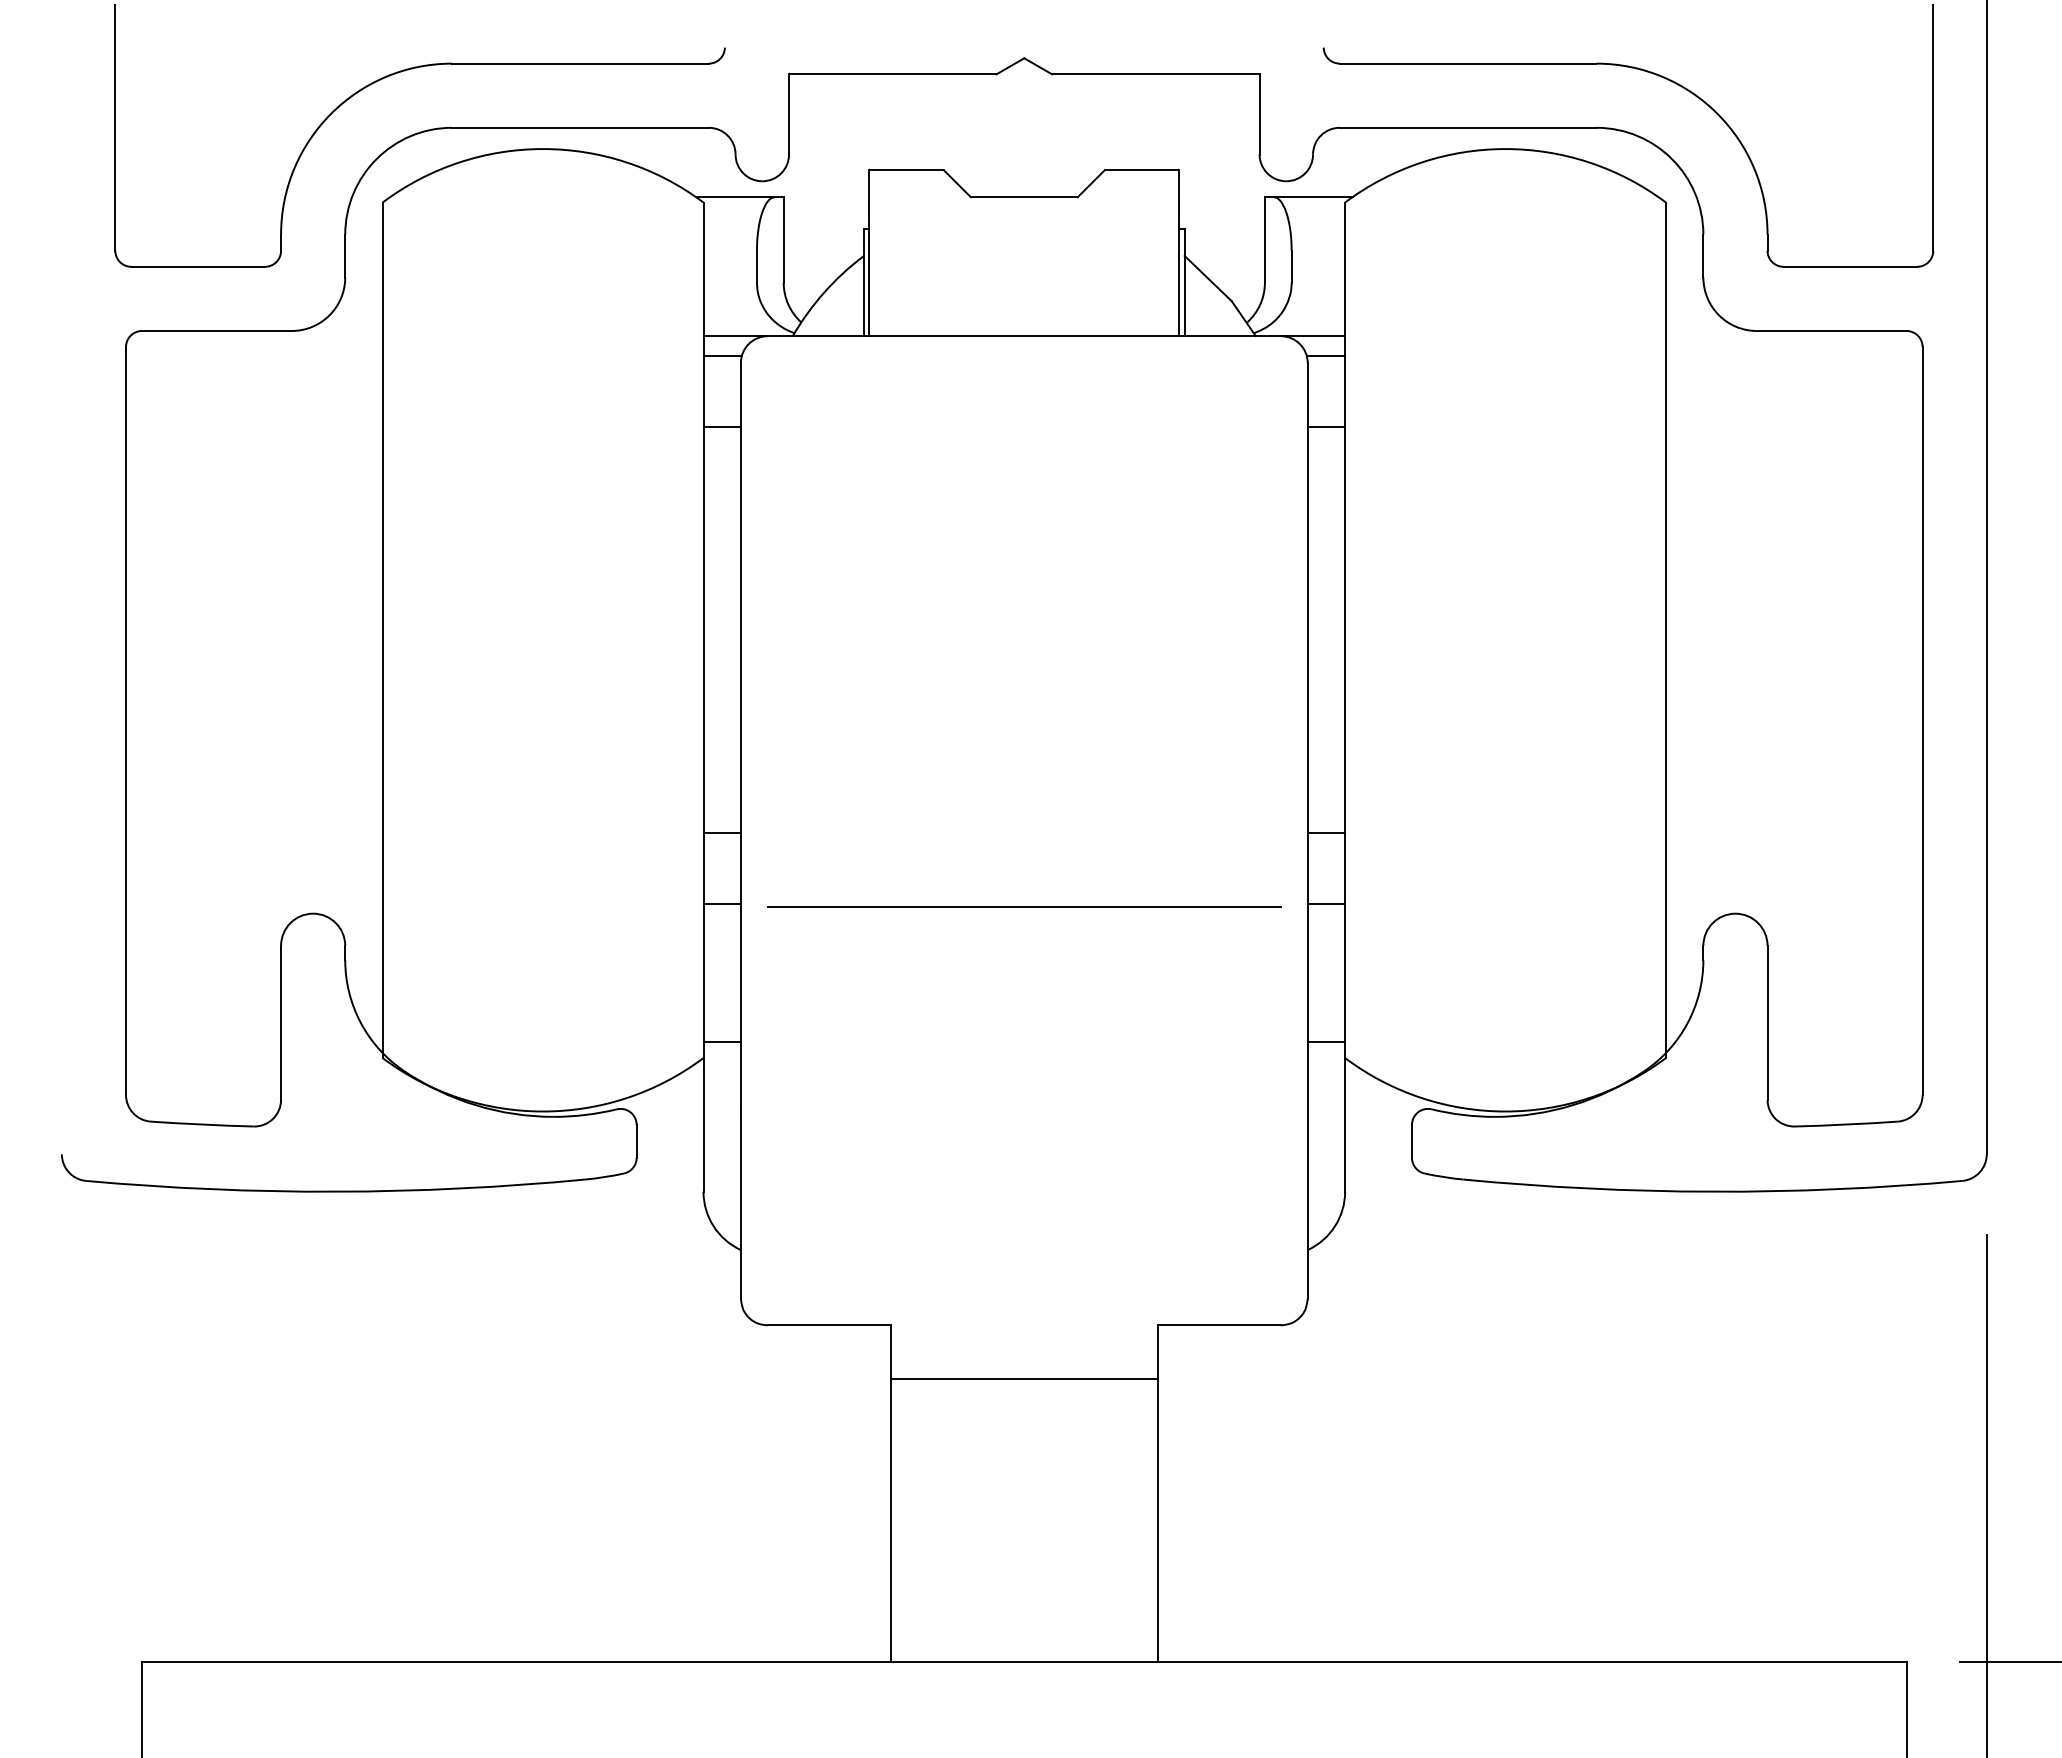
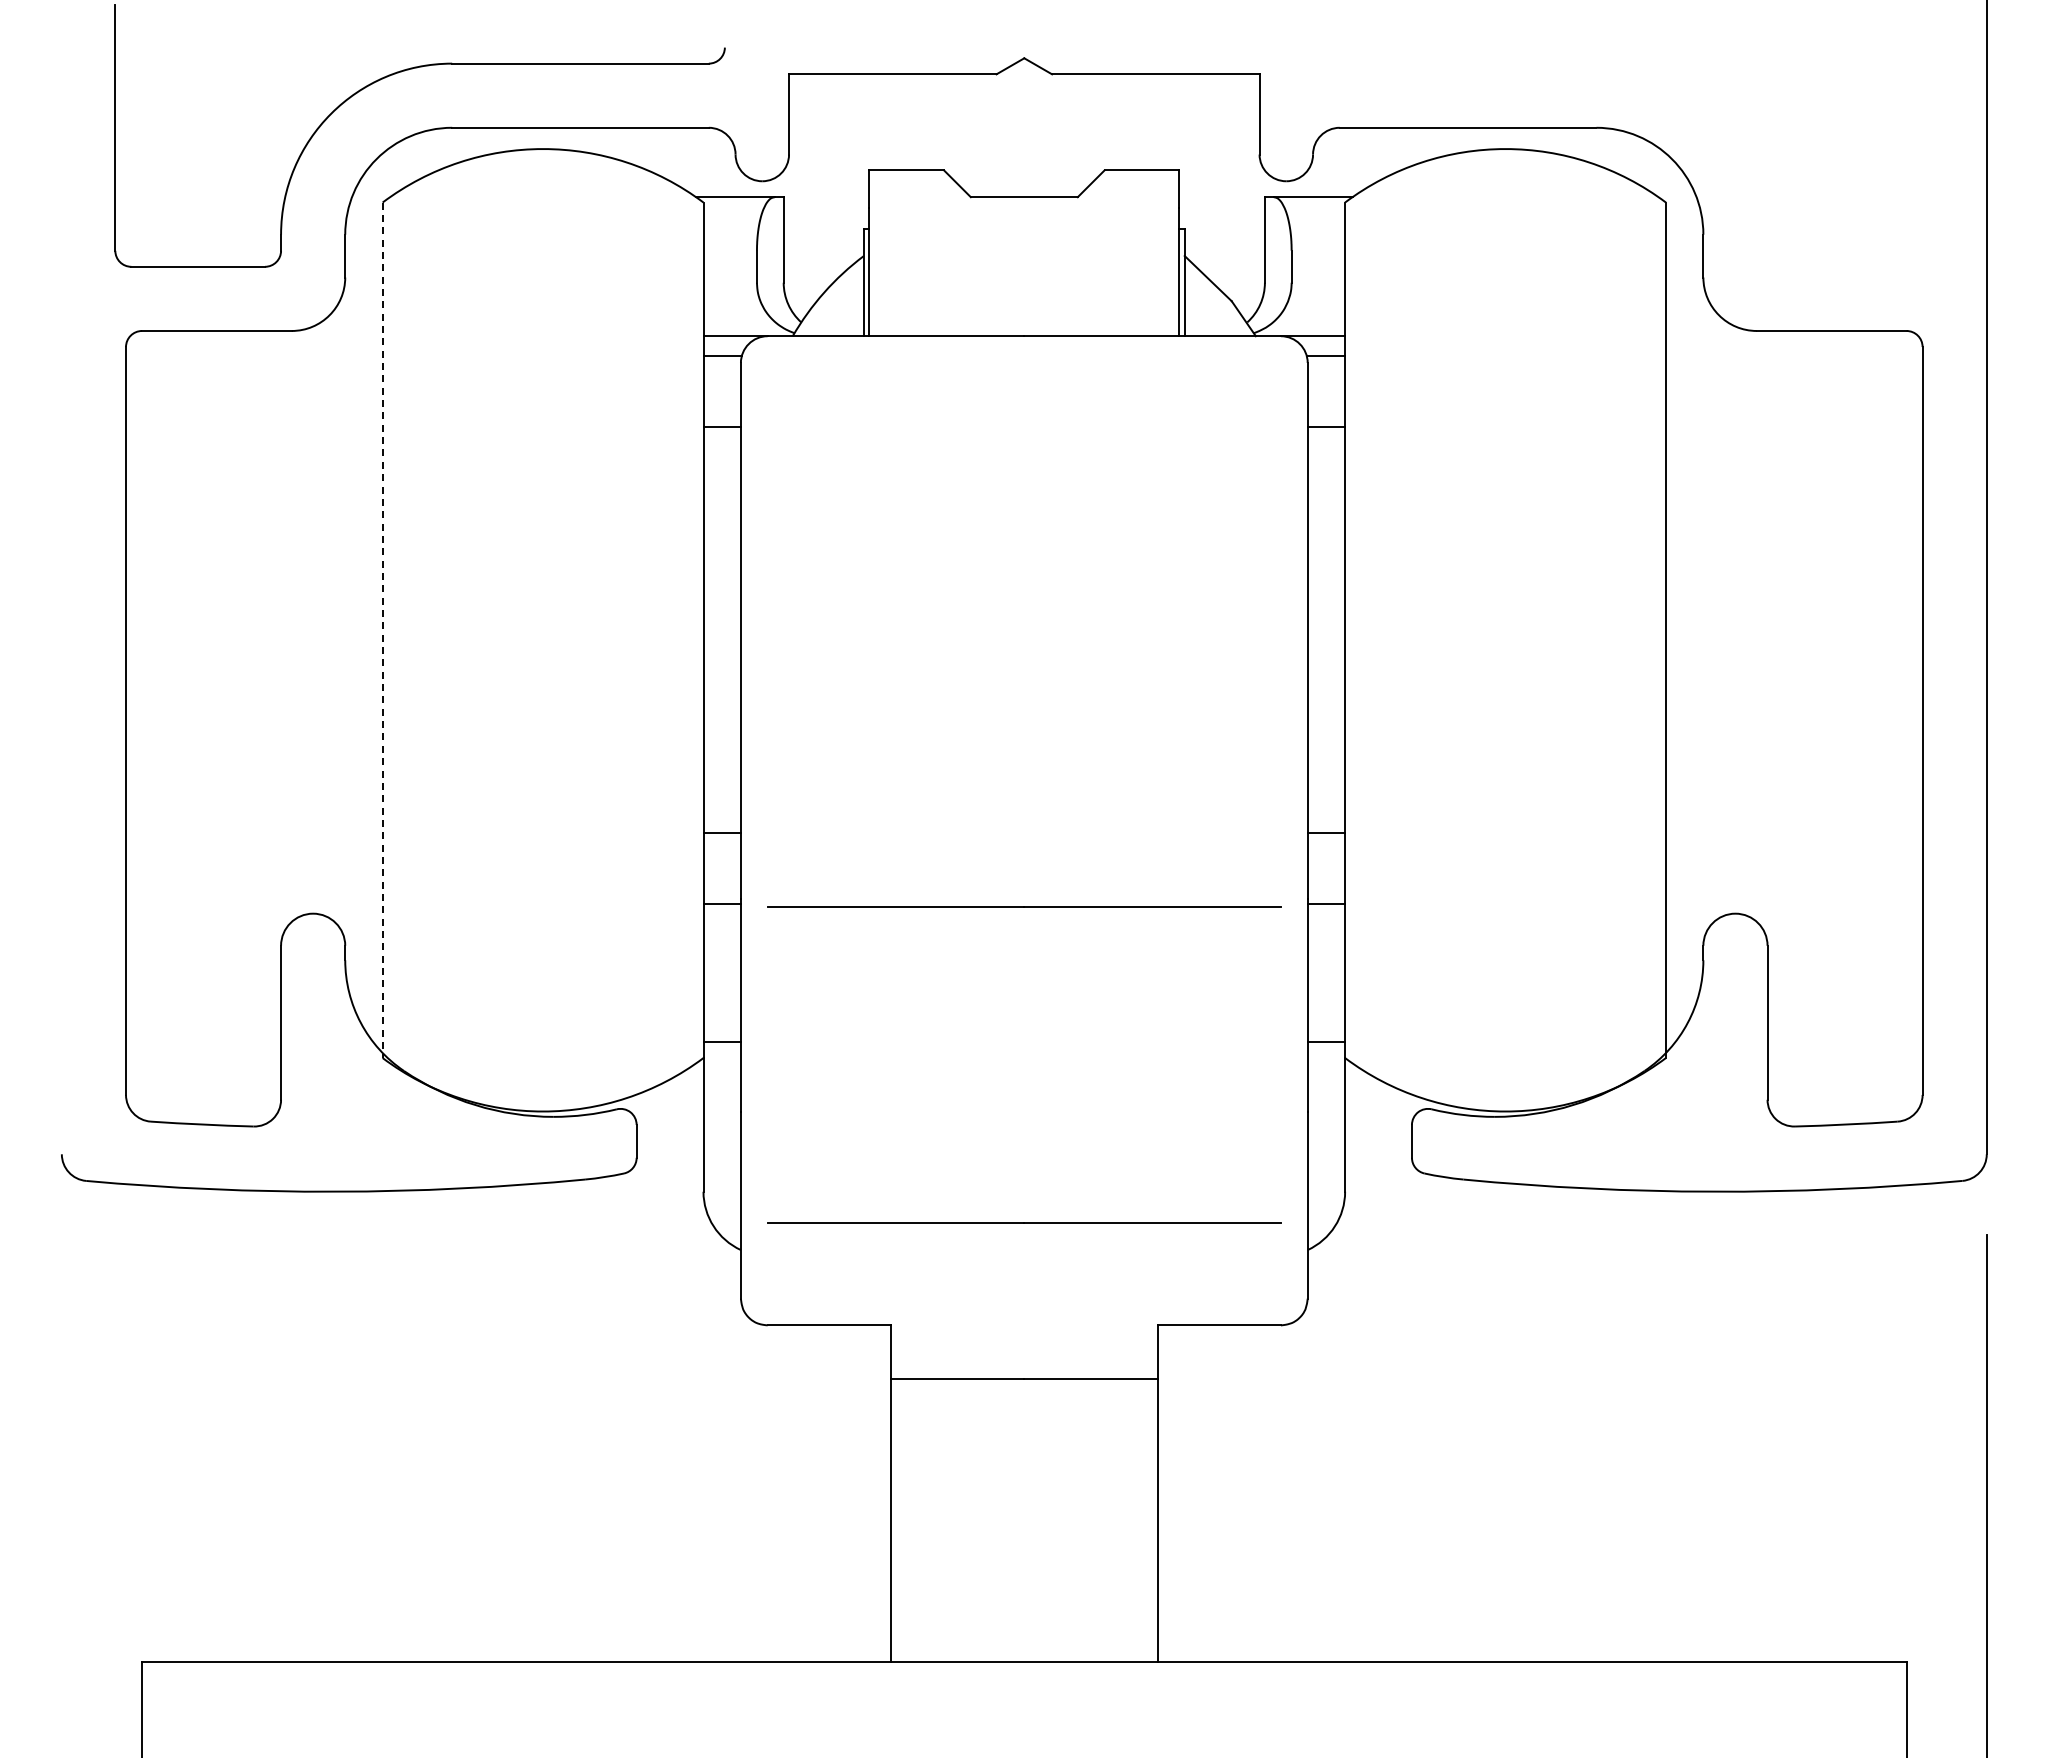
part at (1643, 71): present -> none
line at (382, 630): solid -> dashed
line at (1024, 1222): none -> present
line at (2009, 1662): present -> none
